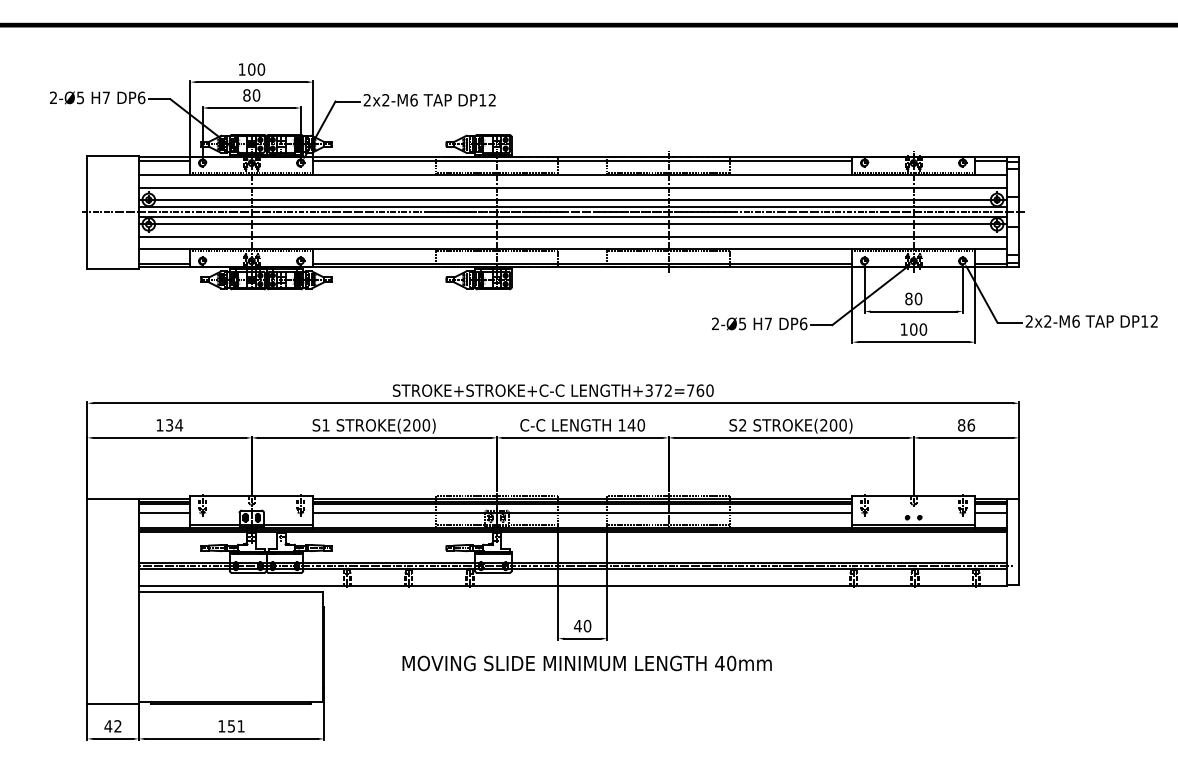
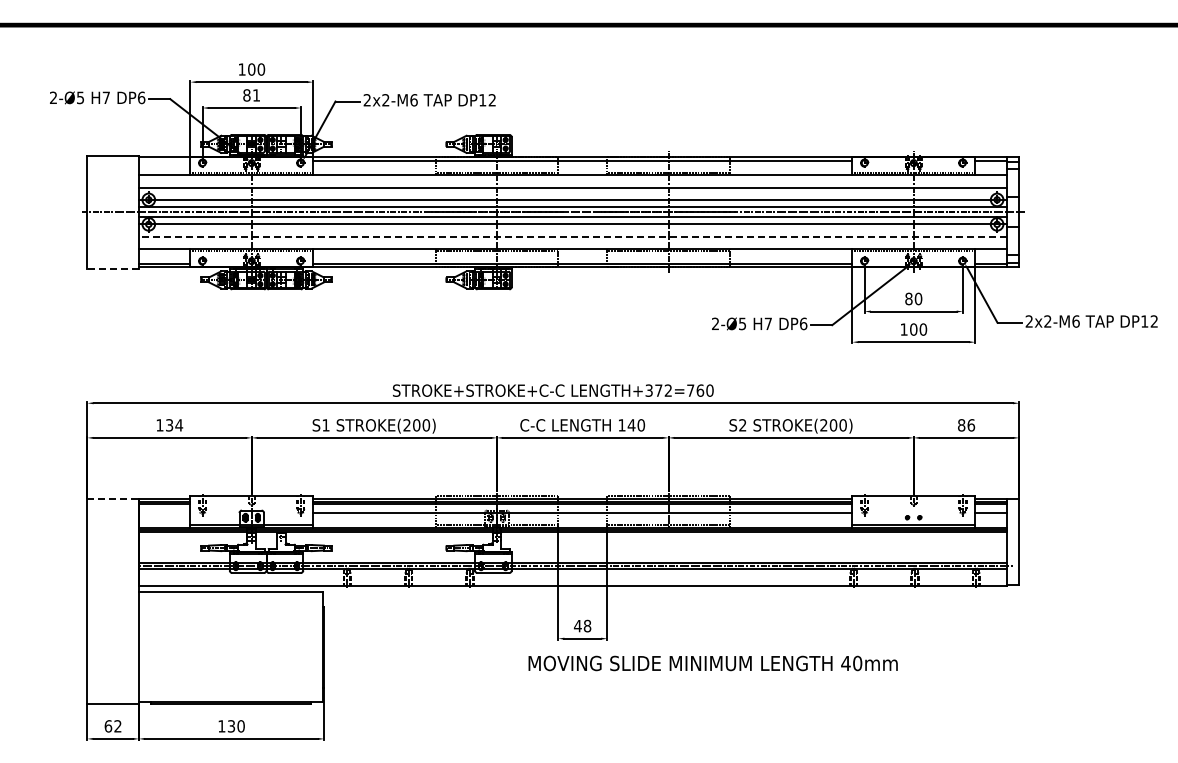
text at (256, 95): 80 -> 81
line at (164, 160): present -> none
line at (572, 236): solid -> dashed
line at (113, 268): solid -> dashed
line at (113, 498): solid -> dashed
line at (164, 512): present -> none
text at (587, 626): 40 -> 48
text at (586, 663) position: (586, 663) -> (712, 663)
text at (108, 726): 42 -> 62
text at (236, 726): 151 -> 130
